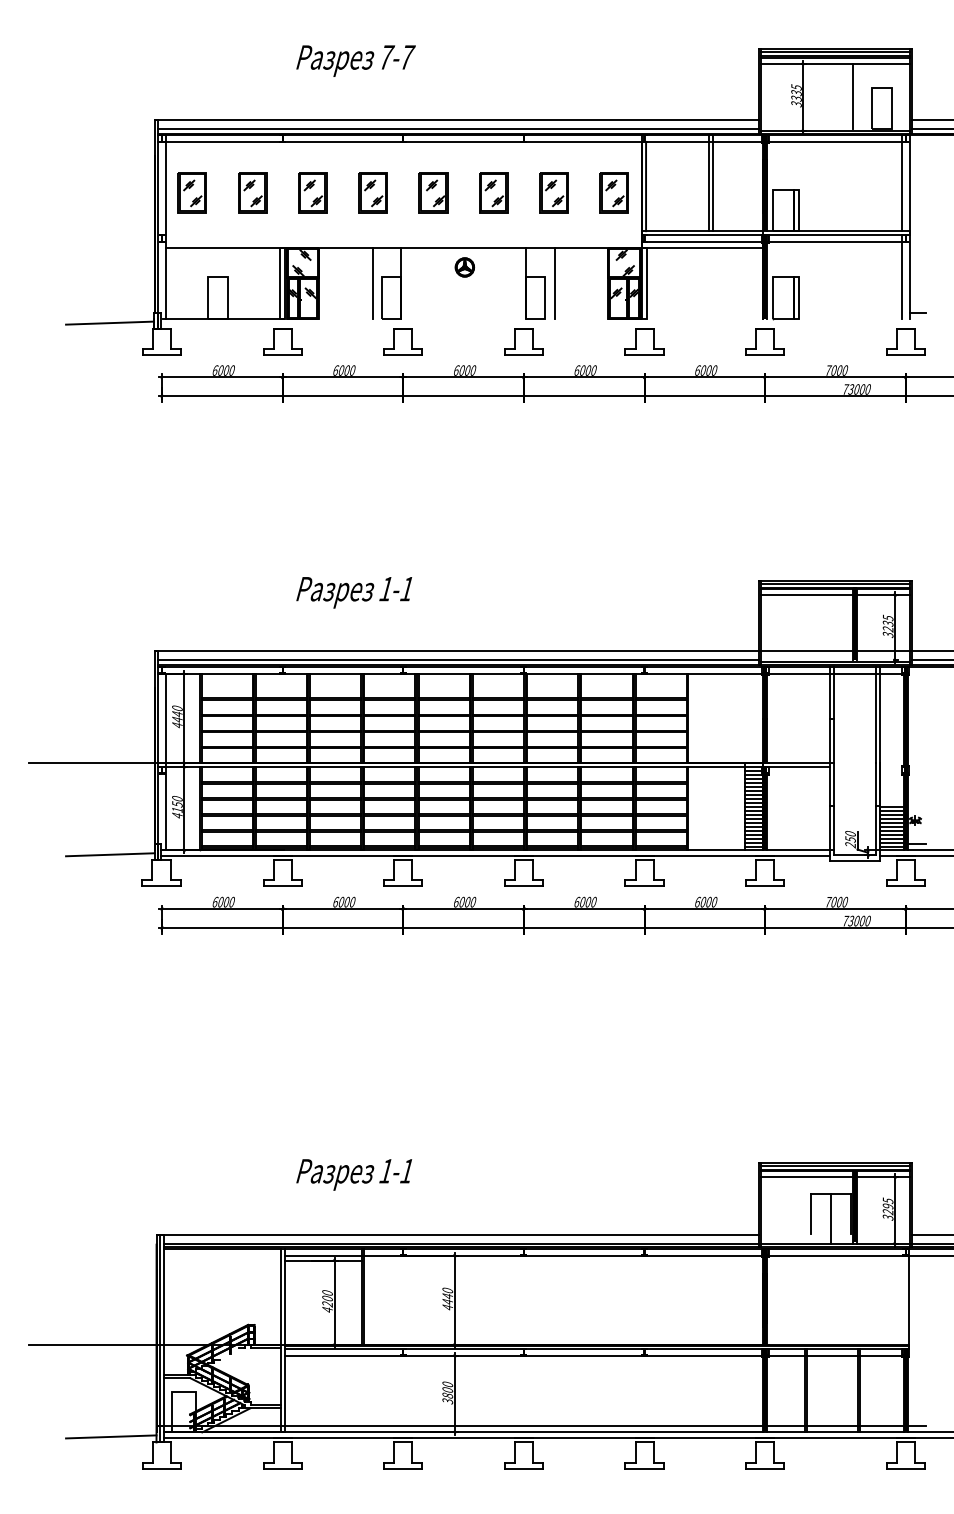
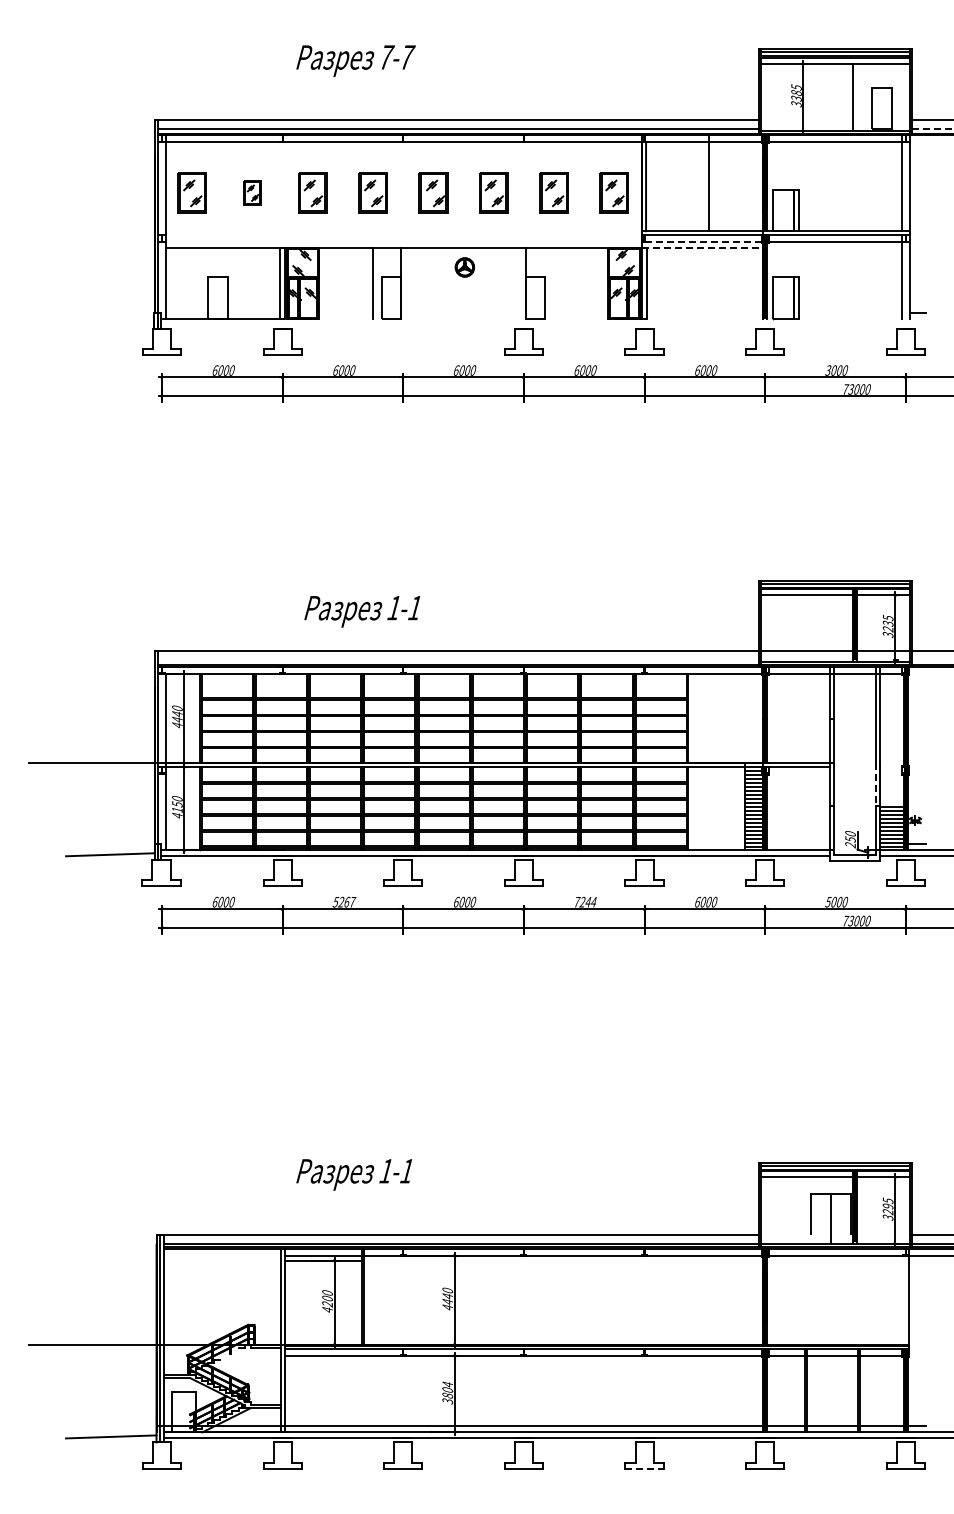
text at (796, 93): 3335 -> 3385
line at (933, 128): solid -> dashed
line at (713, 183): present -> none
part at (252, 192) size: 30x42 px -> 19x26 px
line at (704, 241): solid -> dashed
line at (702, 248): solid -> dashed
line at (554, 283): present -> none
line at (110, 322): present -> none
part at (402, 341): present -> none
text at (828, 370): 7000 -> 3000
text at (354, 592) position: (354, 592) -> (362, 611)
line at (458, 660): present -> none
line at (931, 660): present -> none
line at (875, 784): solid -> dashed
text at (344, 901): 6000 -> 5267
text at (585, 901): 6000 -> 7244
text at (828, 902): 7000 -> 5000
text at (447, 1384): 3800 -> 3804
line at (645, 1468): solid -> dashed
